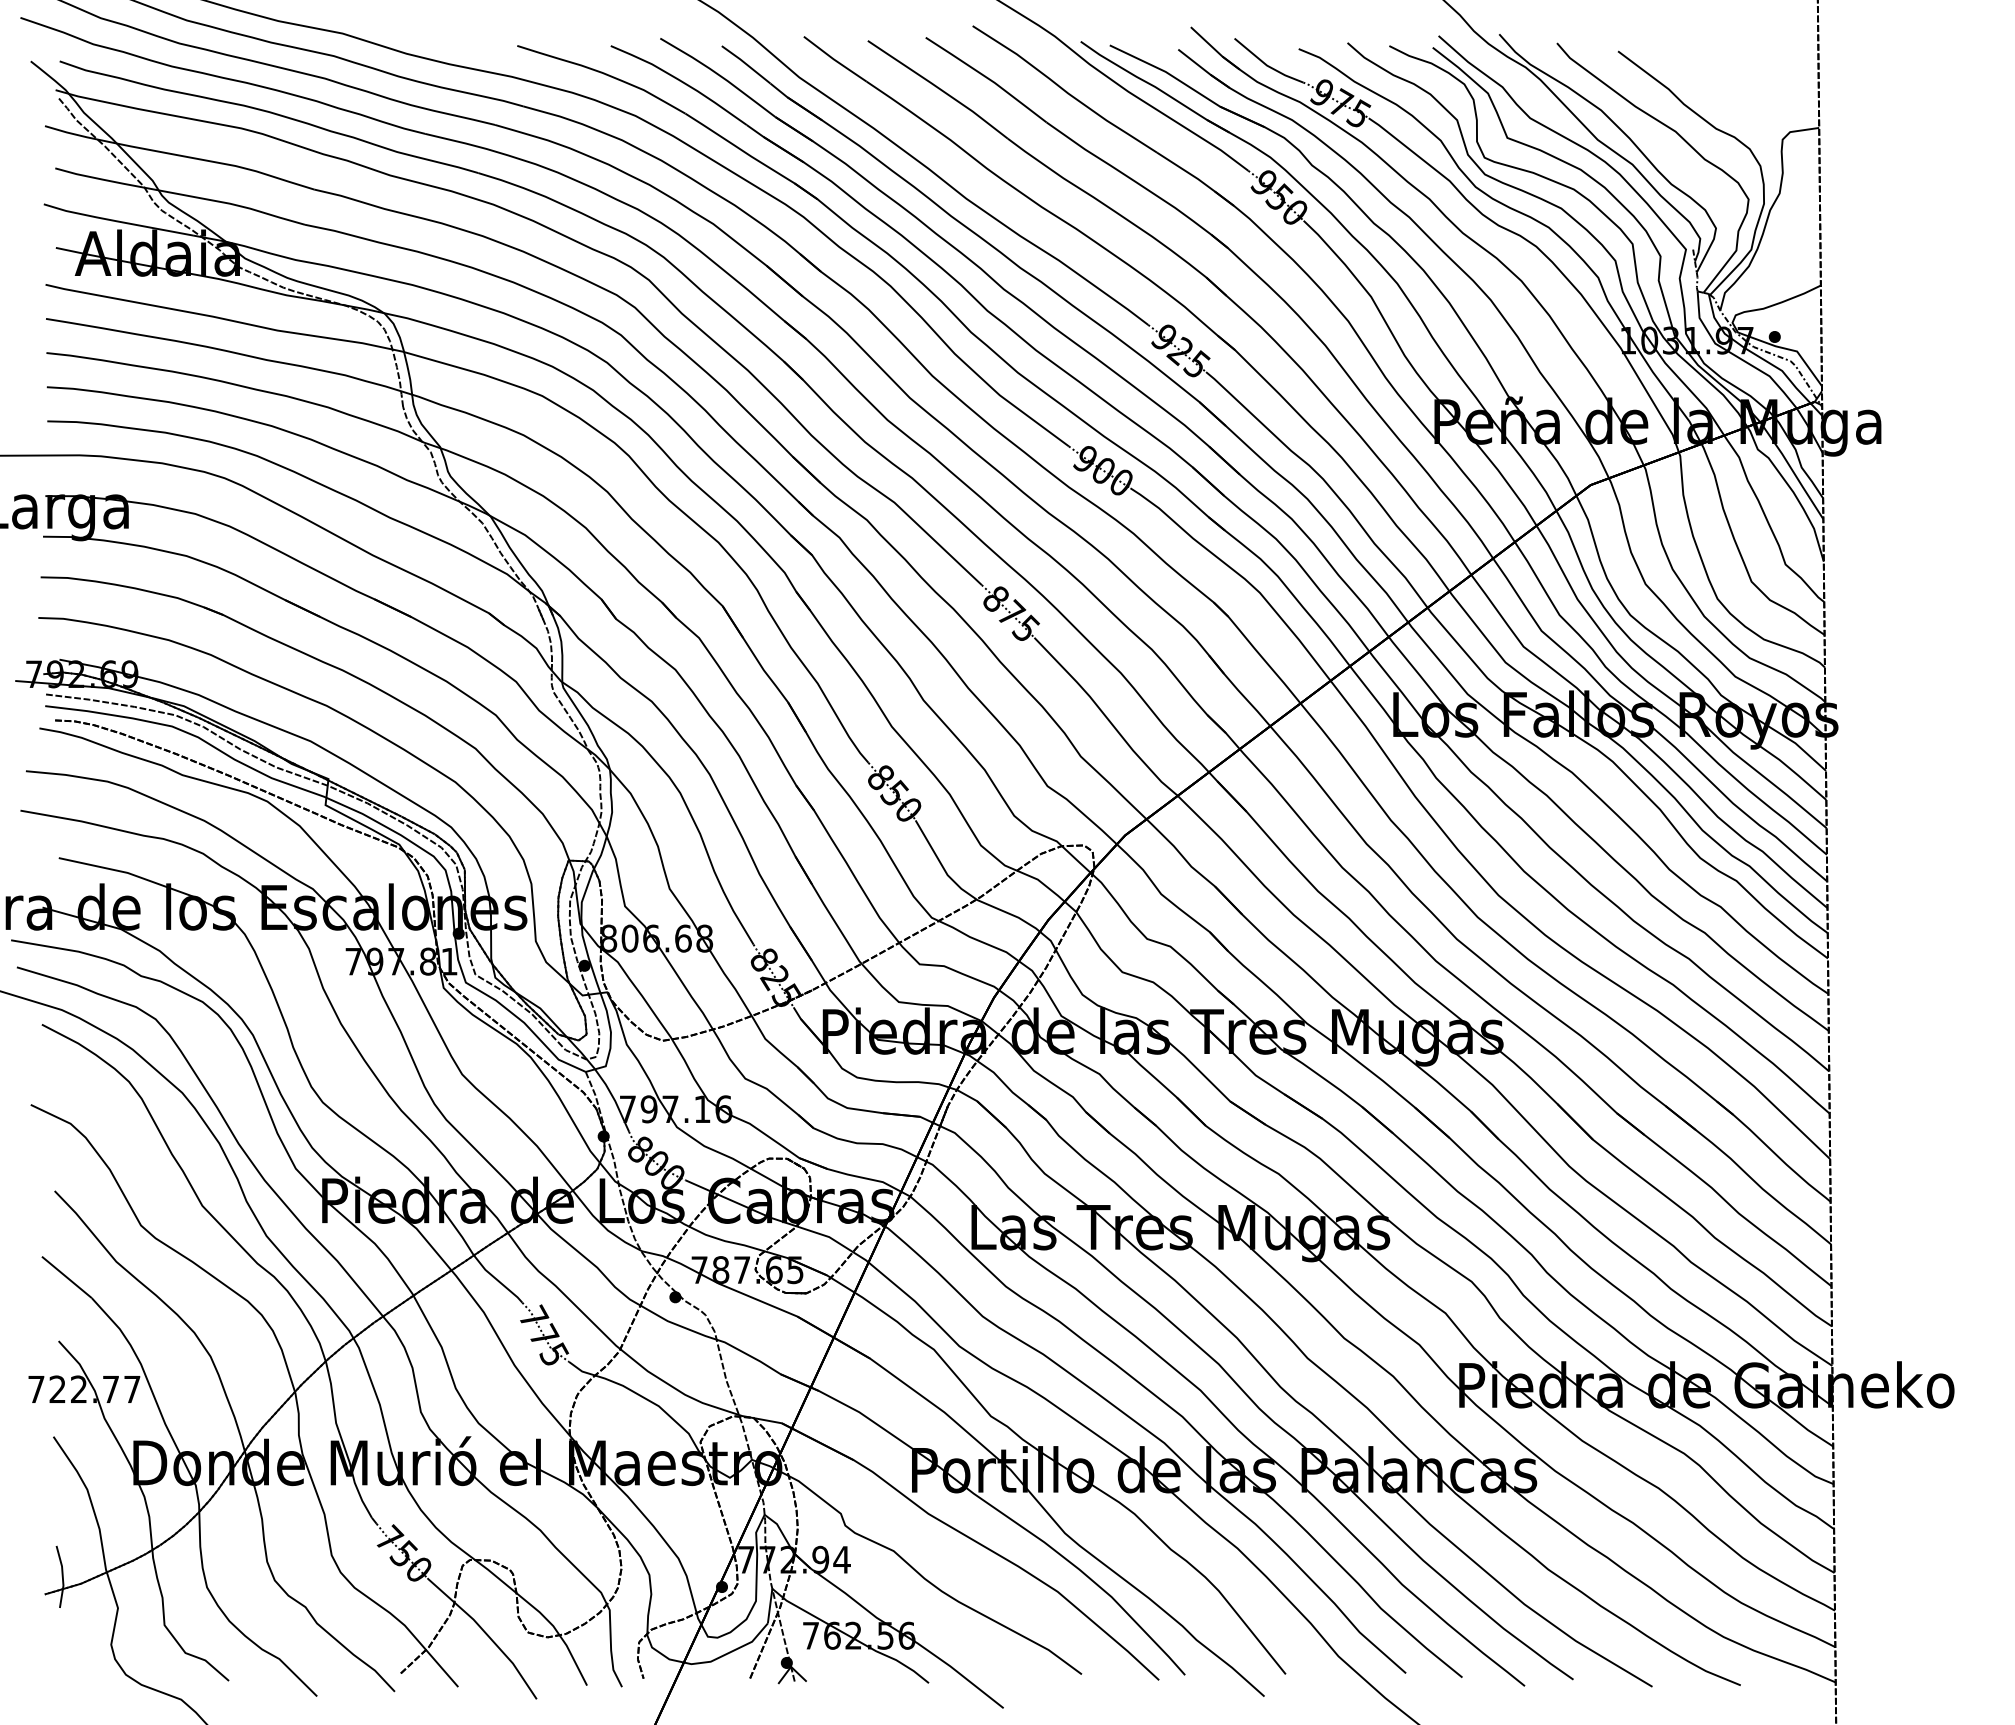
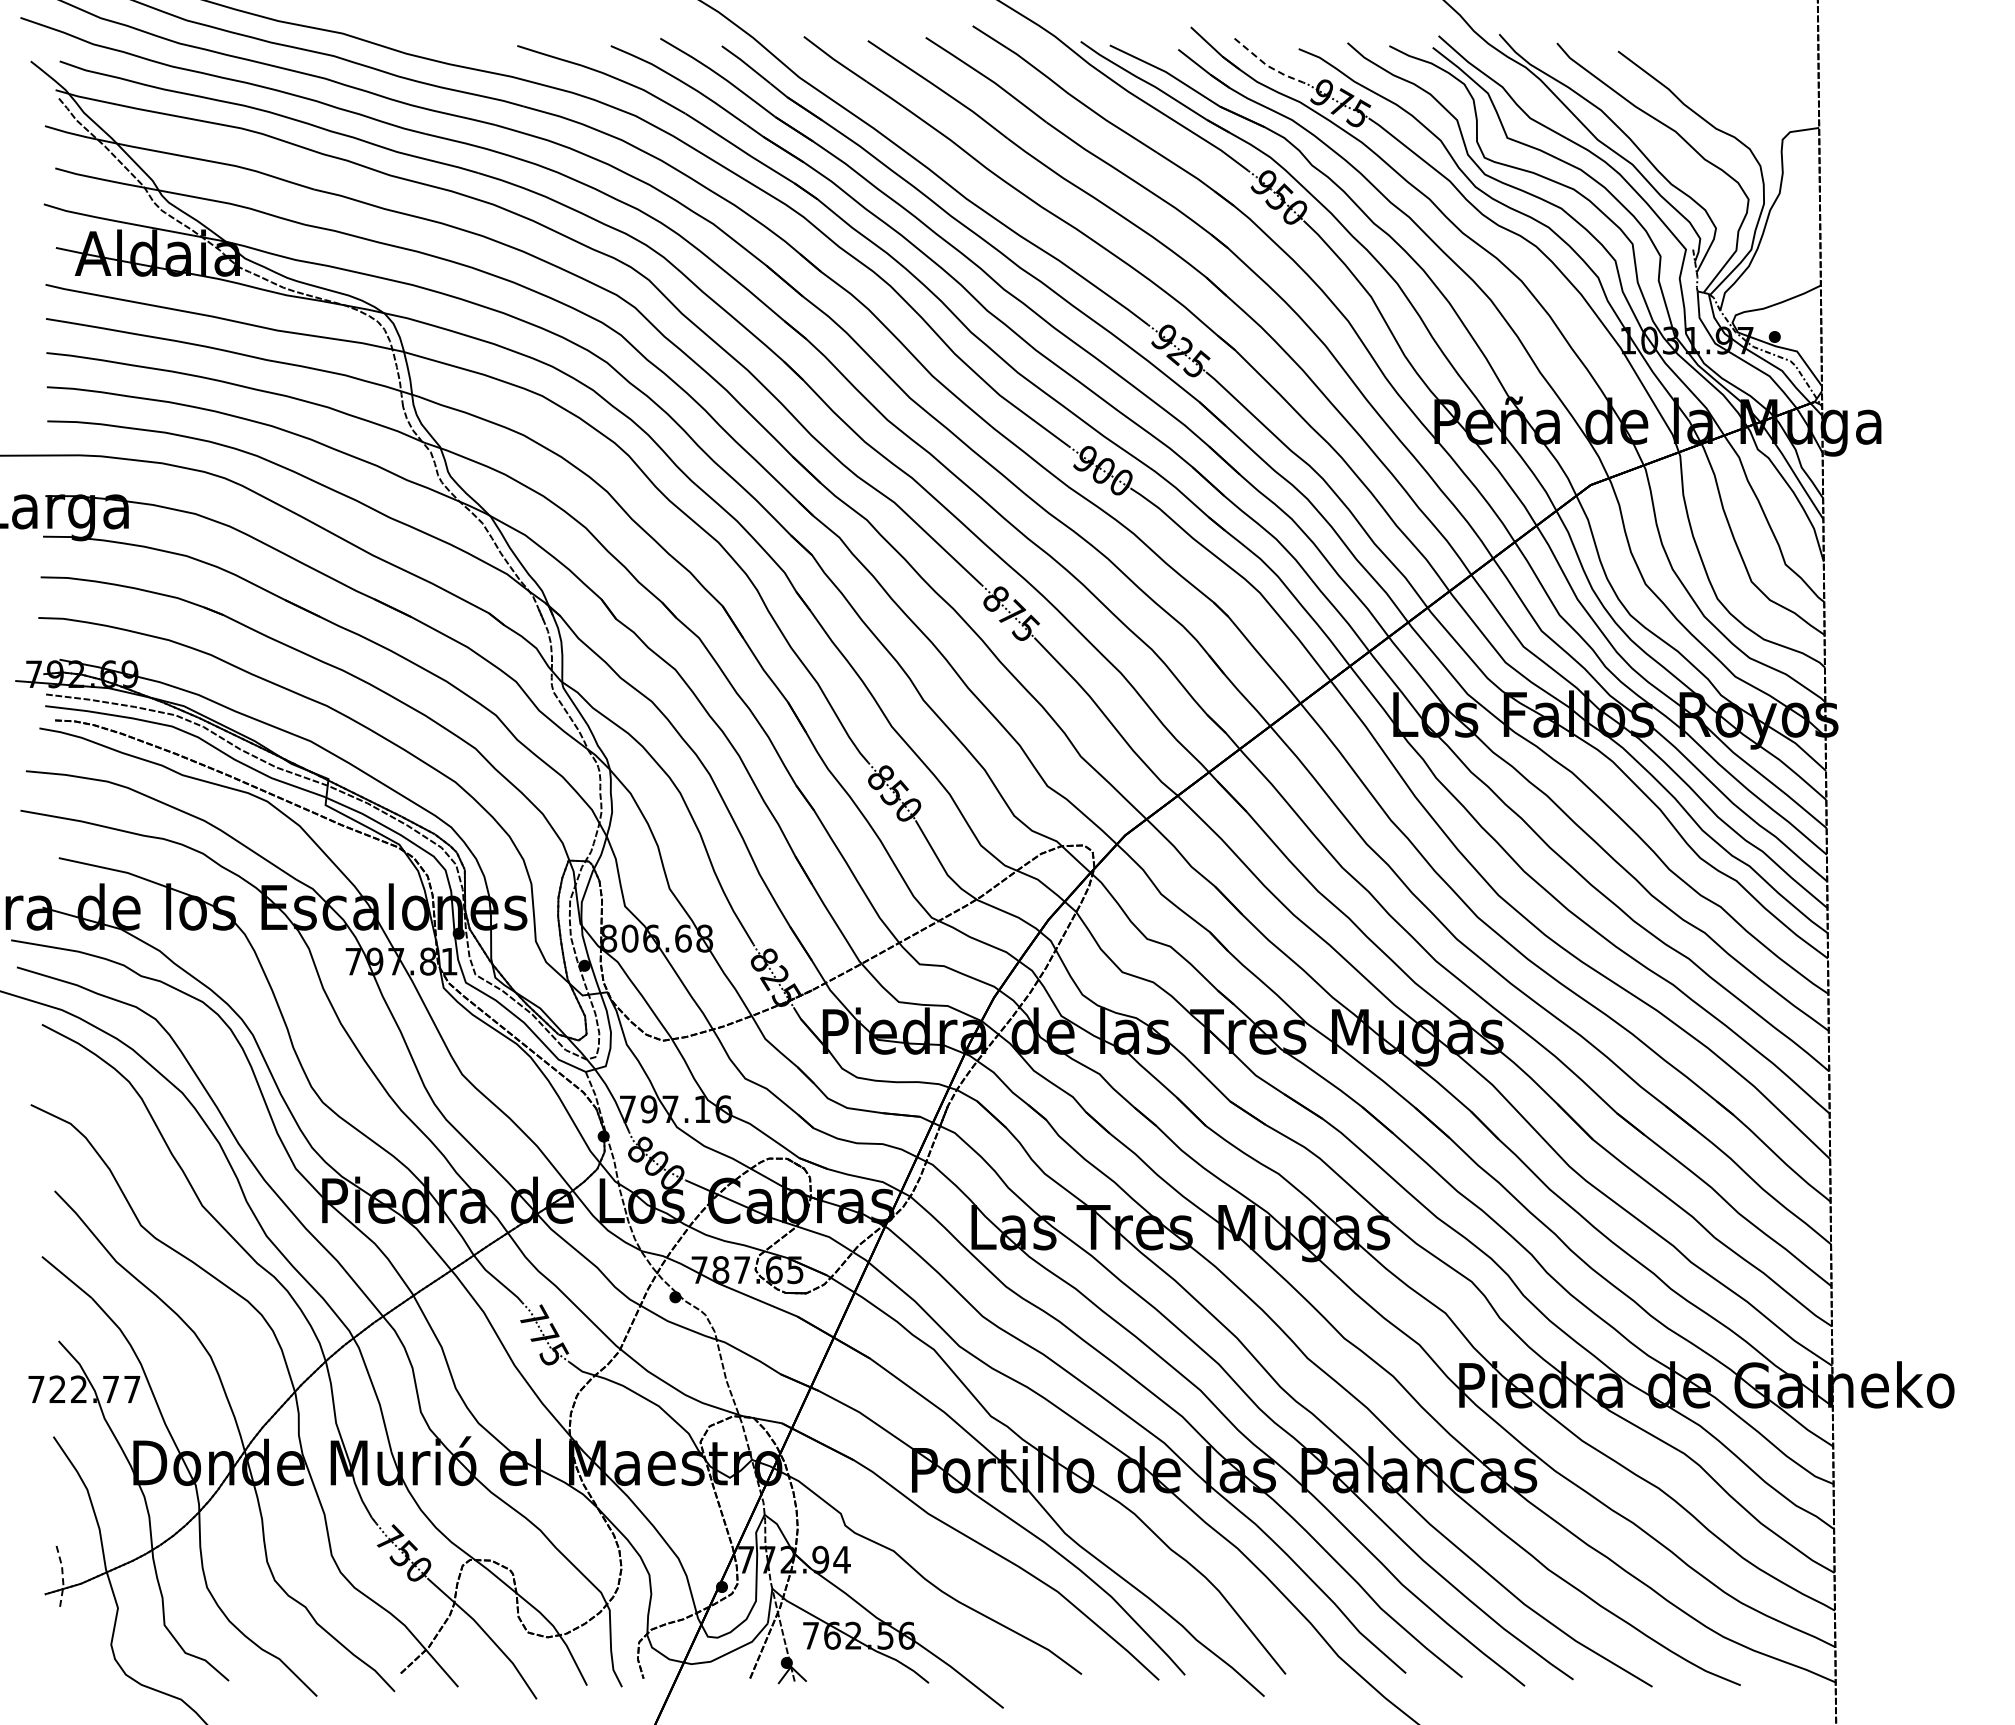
line at (1267, 65): solid -> dashed
line at (62, 1577): solid -> dashed
